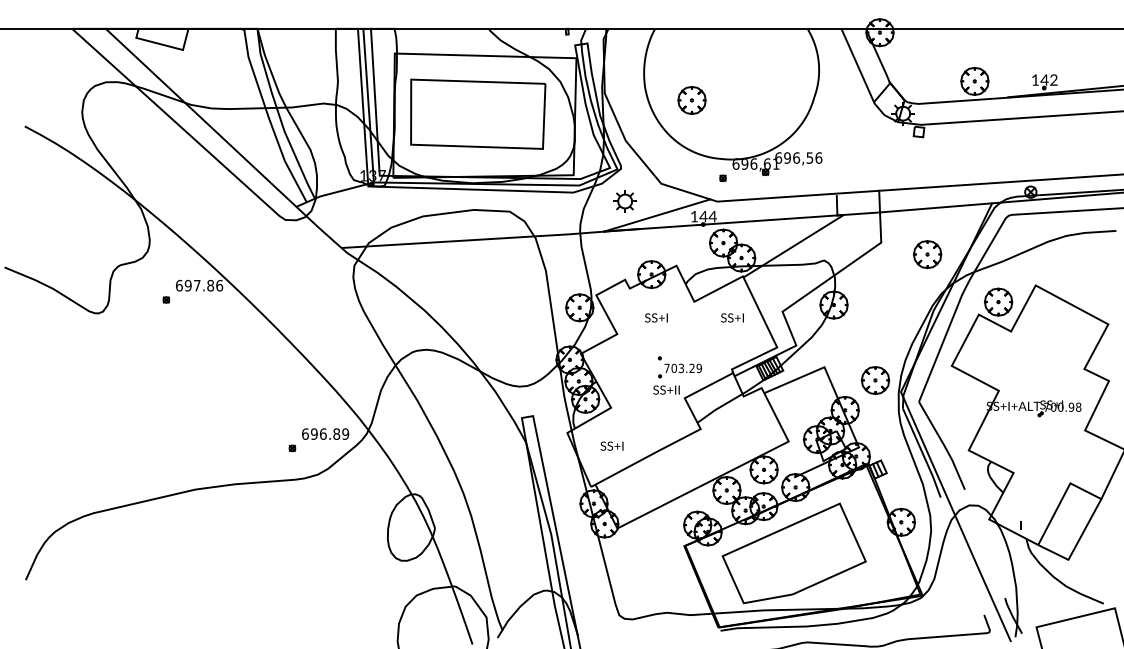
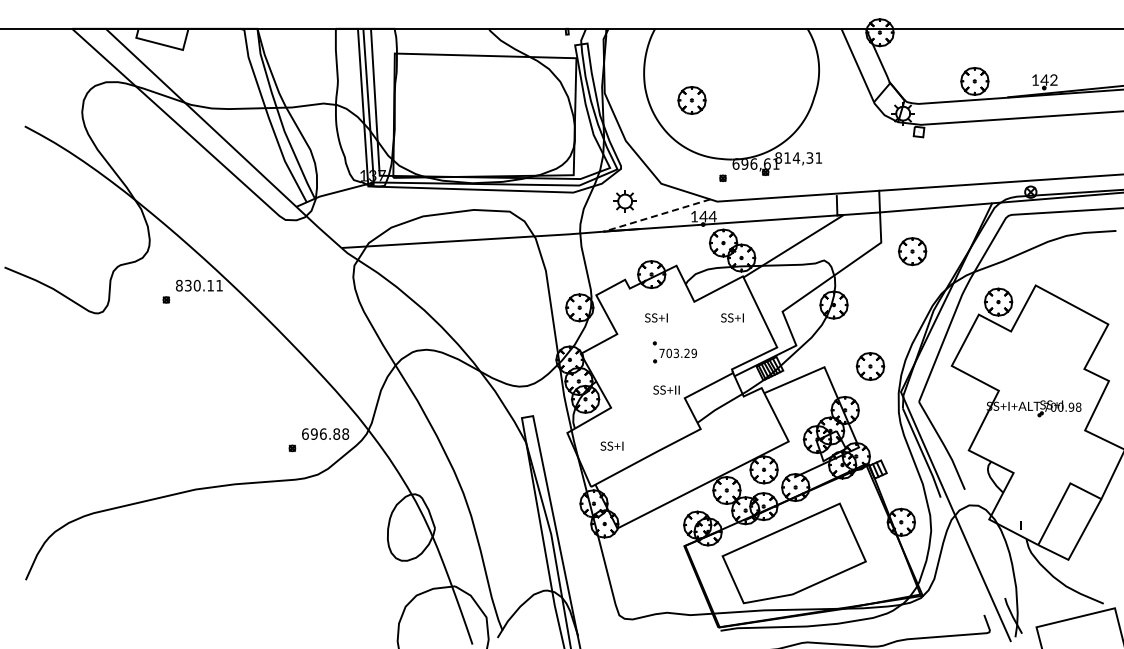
part at (478, 113): present -> none
text at (798, 157): 696,56 -> 814,31
line at (657, 215): solid -> dashed
part at (927, 254) position: (927, 254) -> (912, 251)
text at (199, 285): 697.86 -> 830.11
part at (679, 367) position: (679, 367) -> (674, 352)
part at (875, 380) position: (875, 380) -> (870, 366)
text at (345, 433): 696.89 -> 696.88
